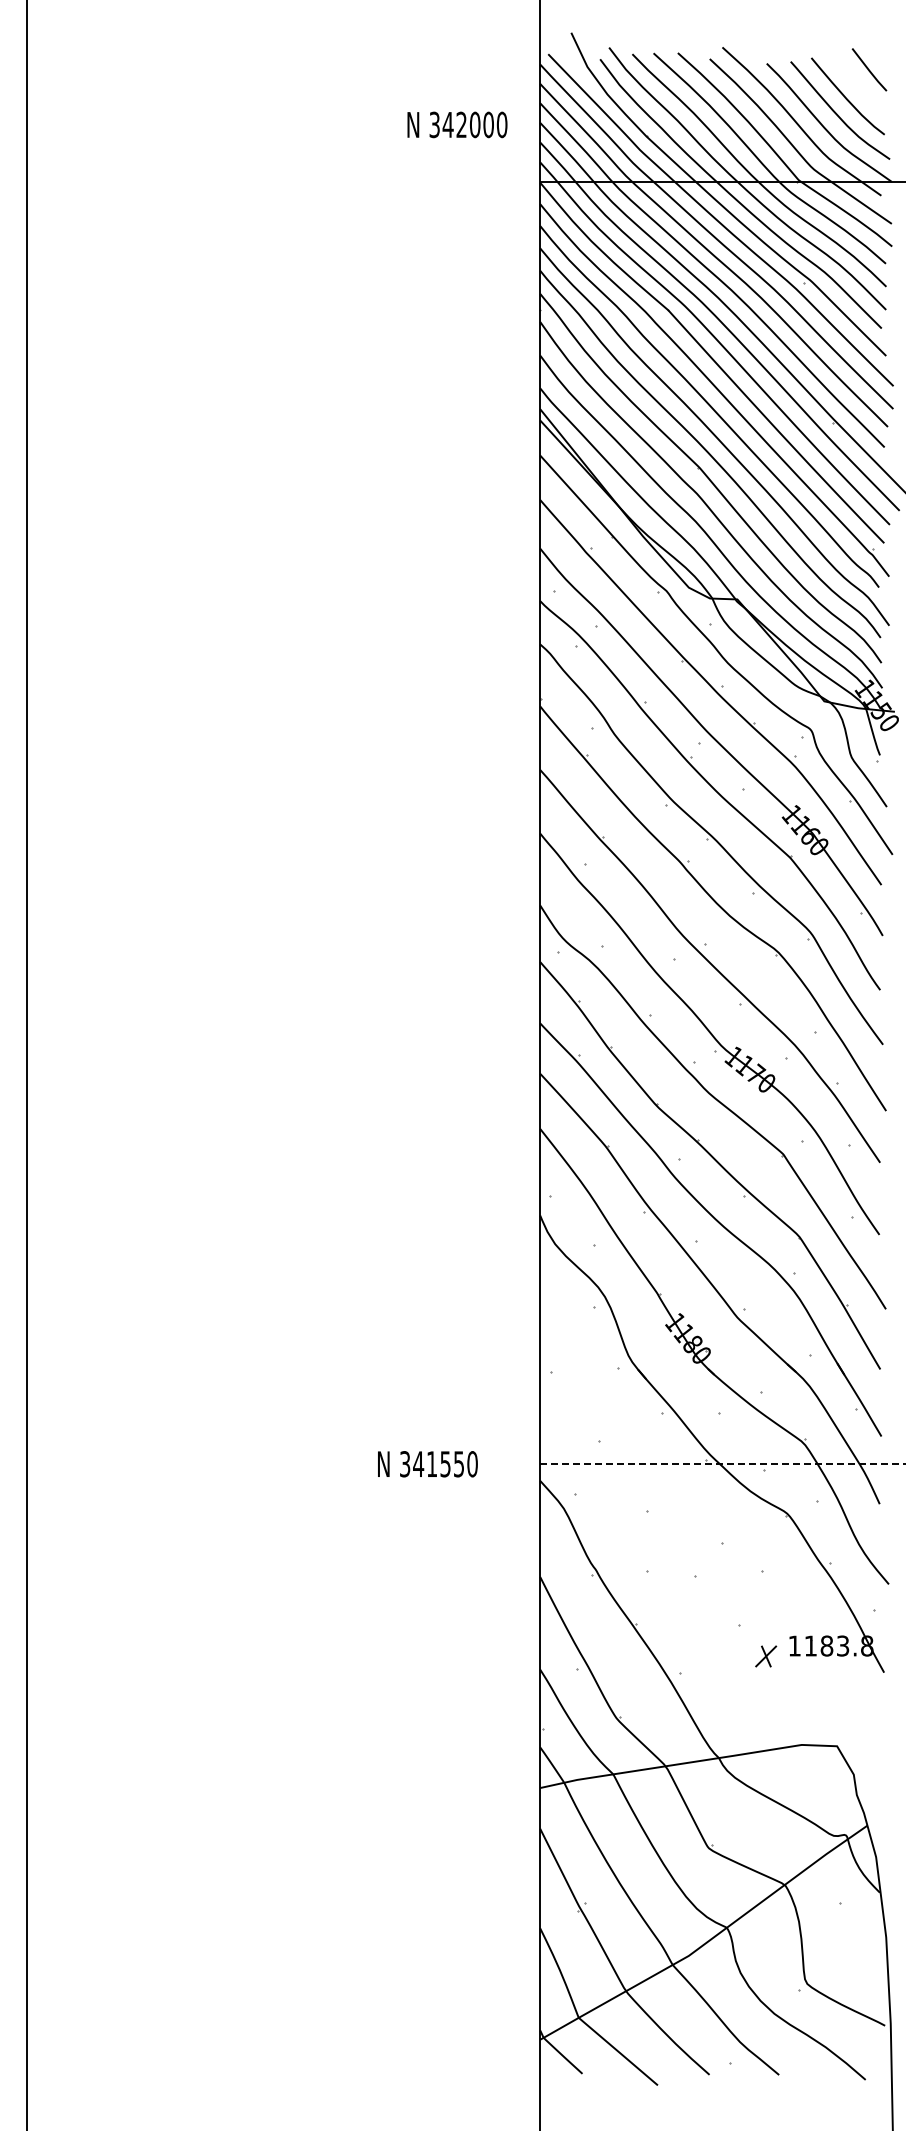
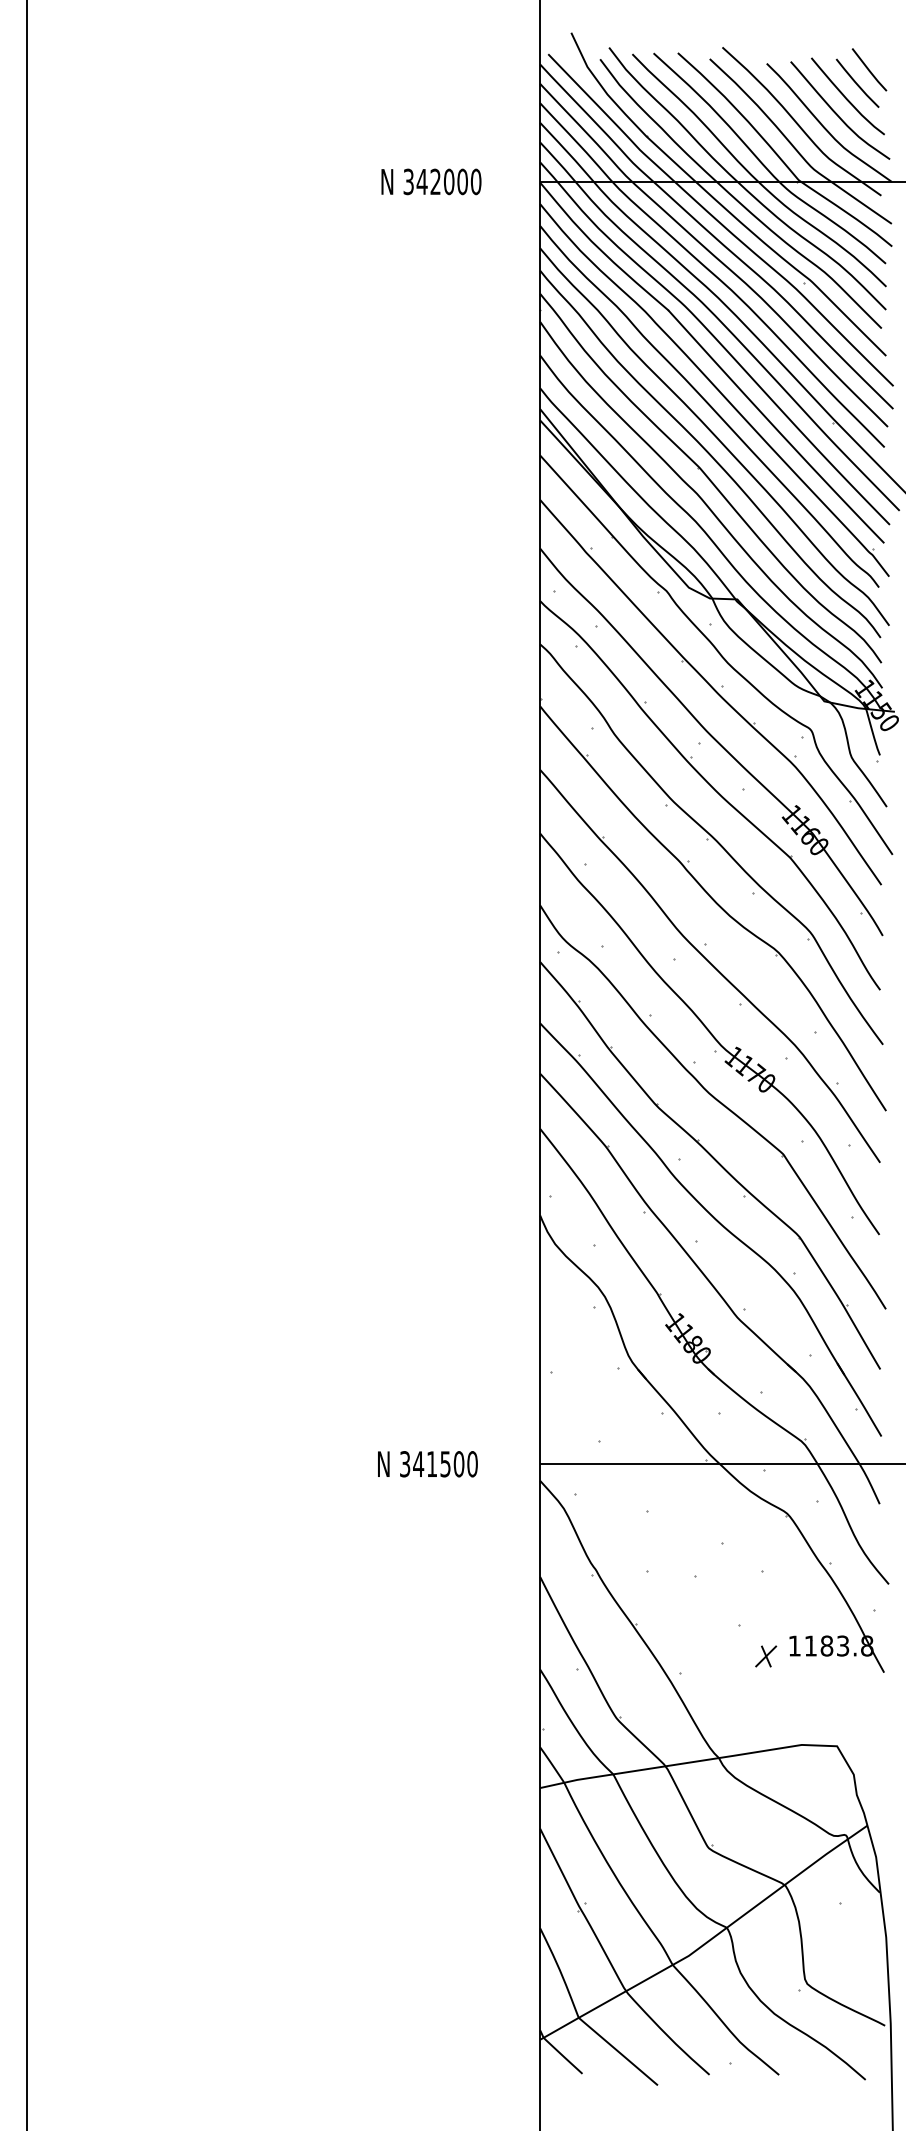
line at (856, 82): none -> present
text at (457, 124) position: (457, 124) -> (431, 181)
text at (458, 1464): 341550 -> 341500
line at (722, 1464): dashed -> solid
